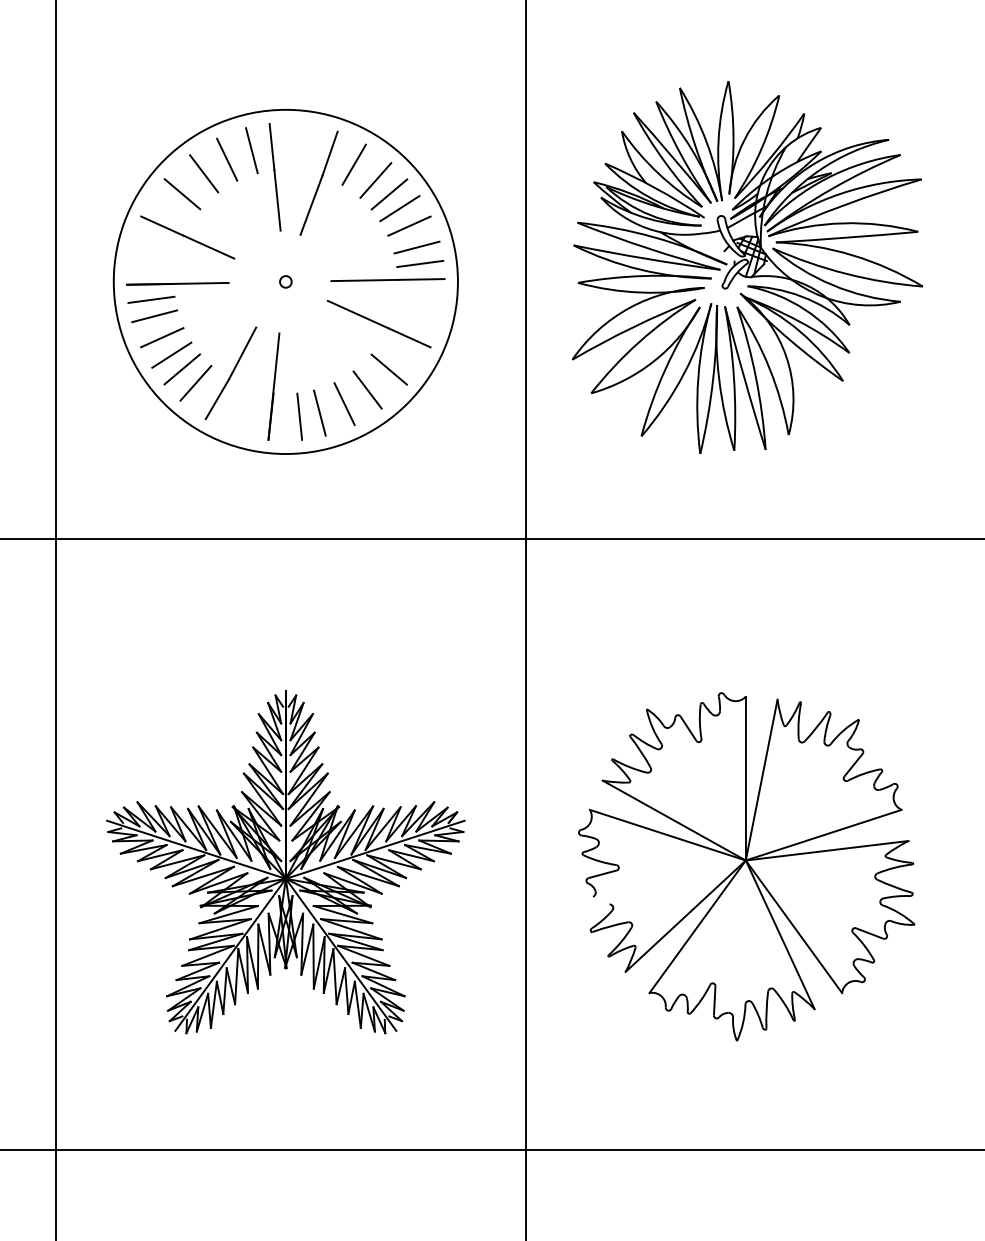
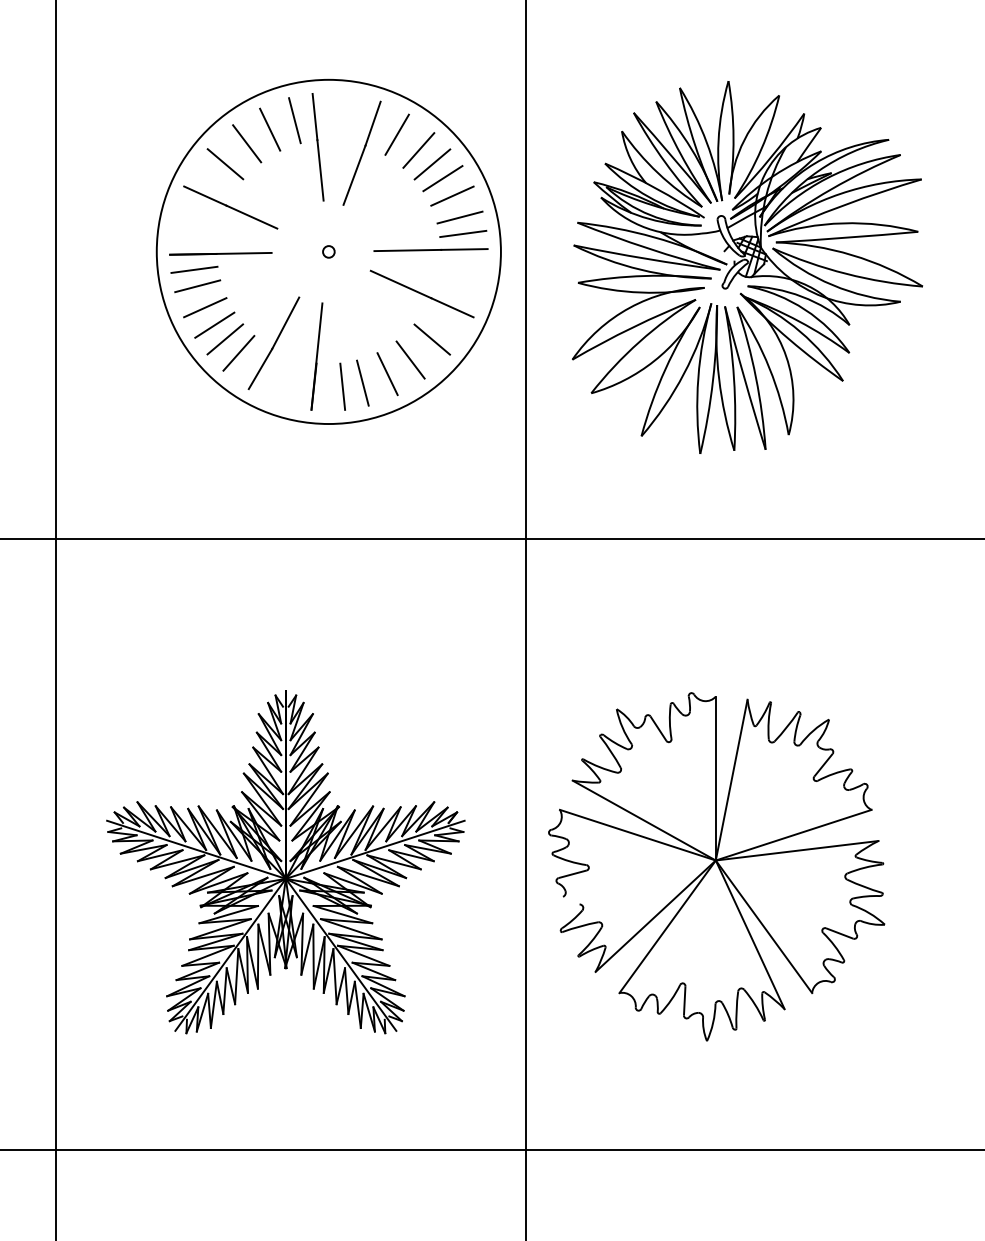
part at (285, 281) position: (285, 281) -> (328, 251)
part at (746, 866) position: (746, 866) -> (716, 866)
